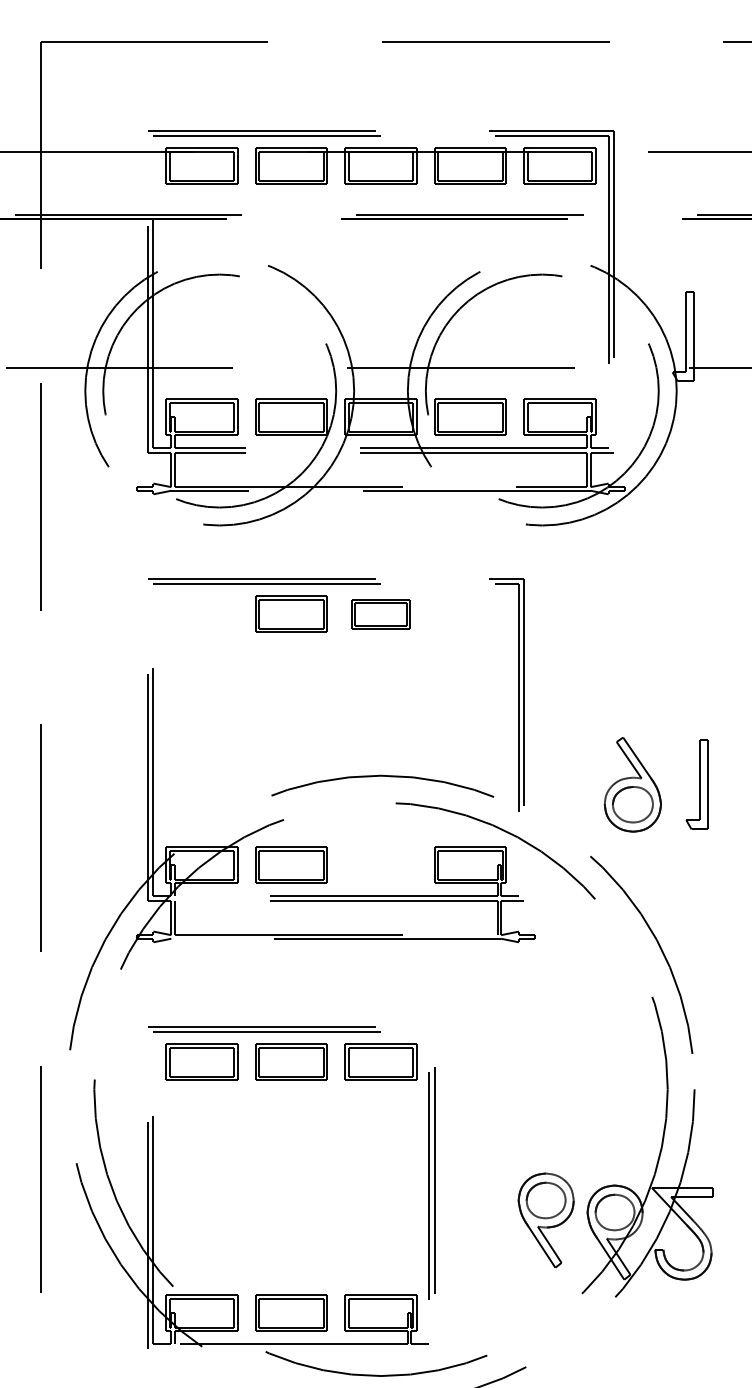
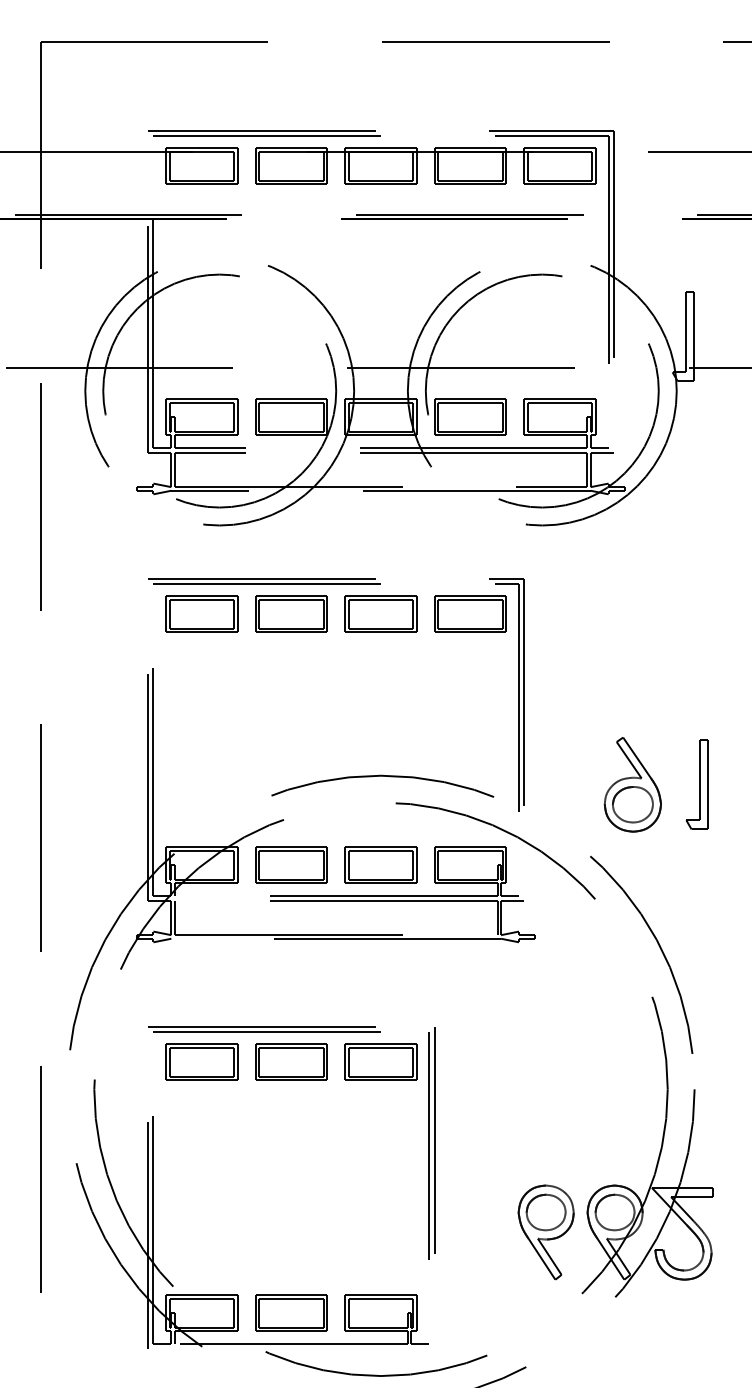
part at (201, 613): none -> present
part at (470, 613): none -> present
part at (380, 614) size: 60x31 px -> 74x38 px
part at (380, 864): none -> present
part at (431, 1183) position: (431, 1183) -> (431, 1143)
part at (545, 1220) position: (545, 1220) -> (545, 1232)
